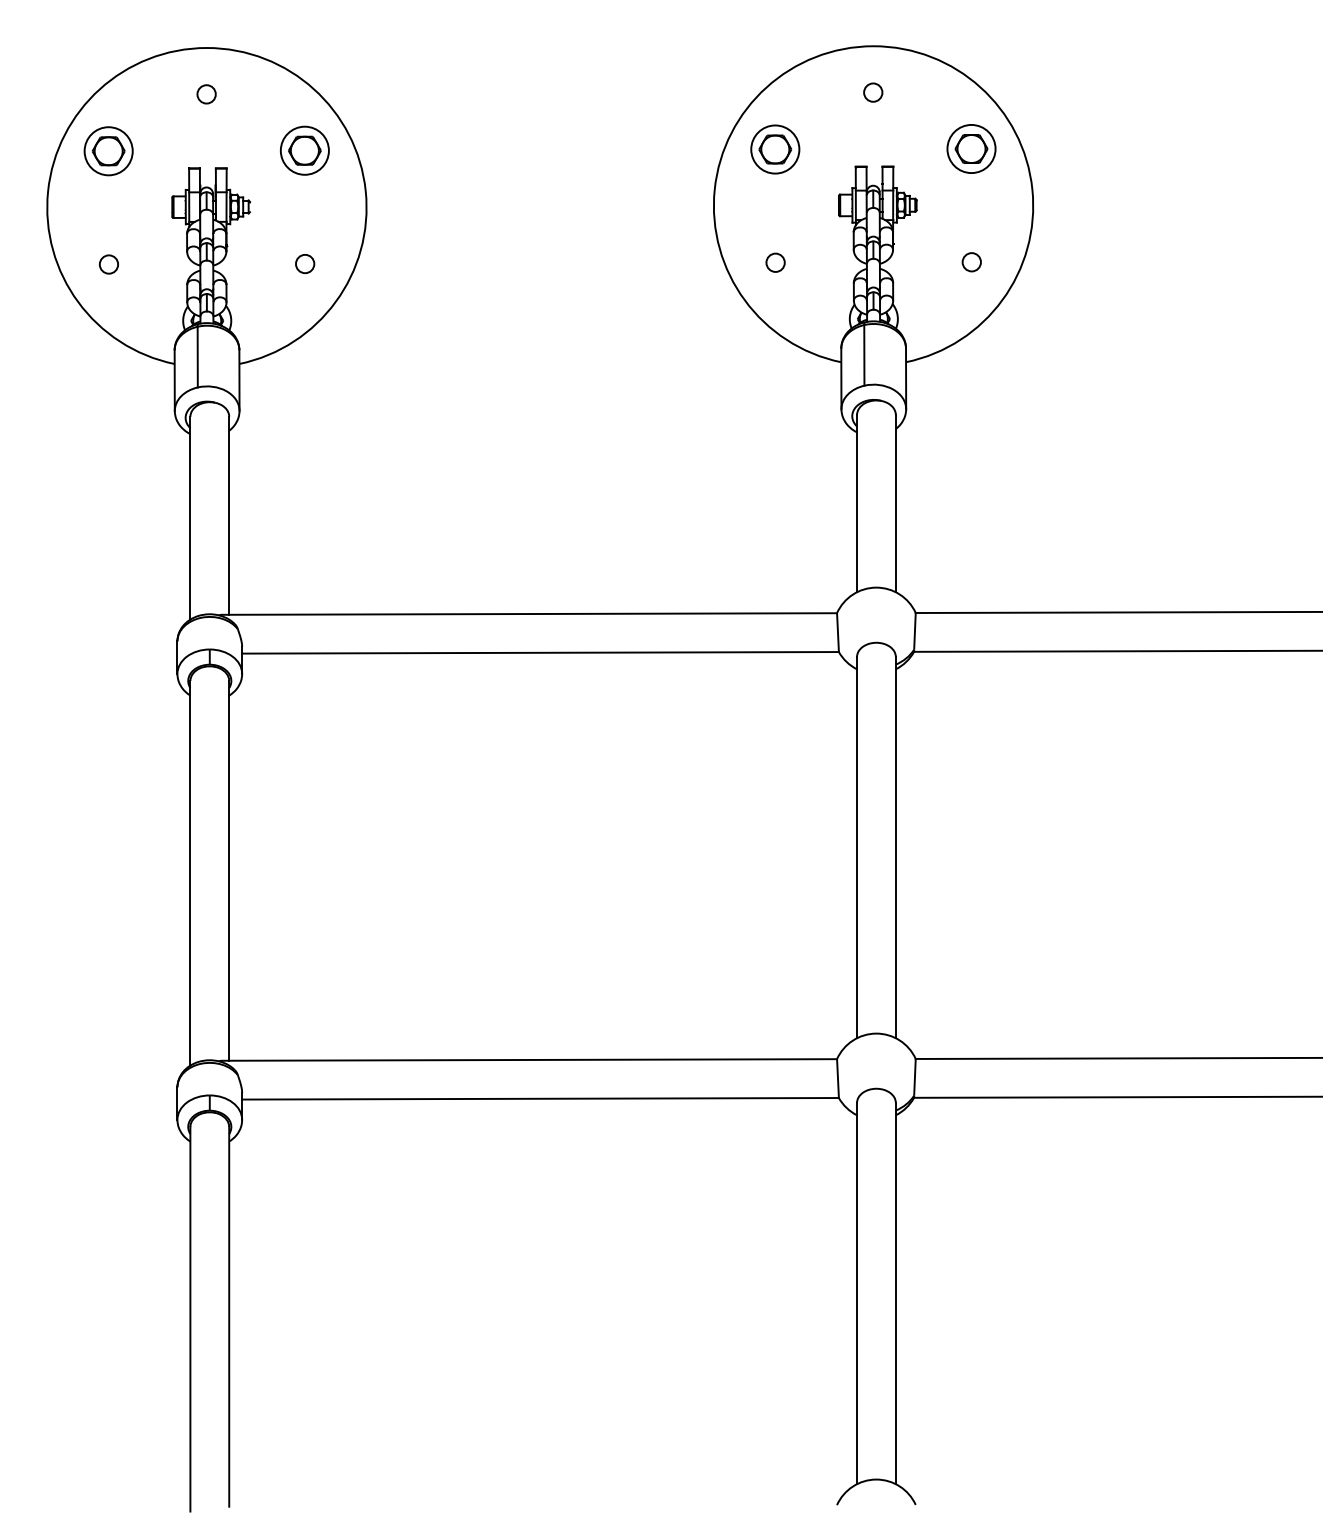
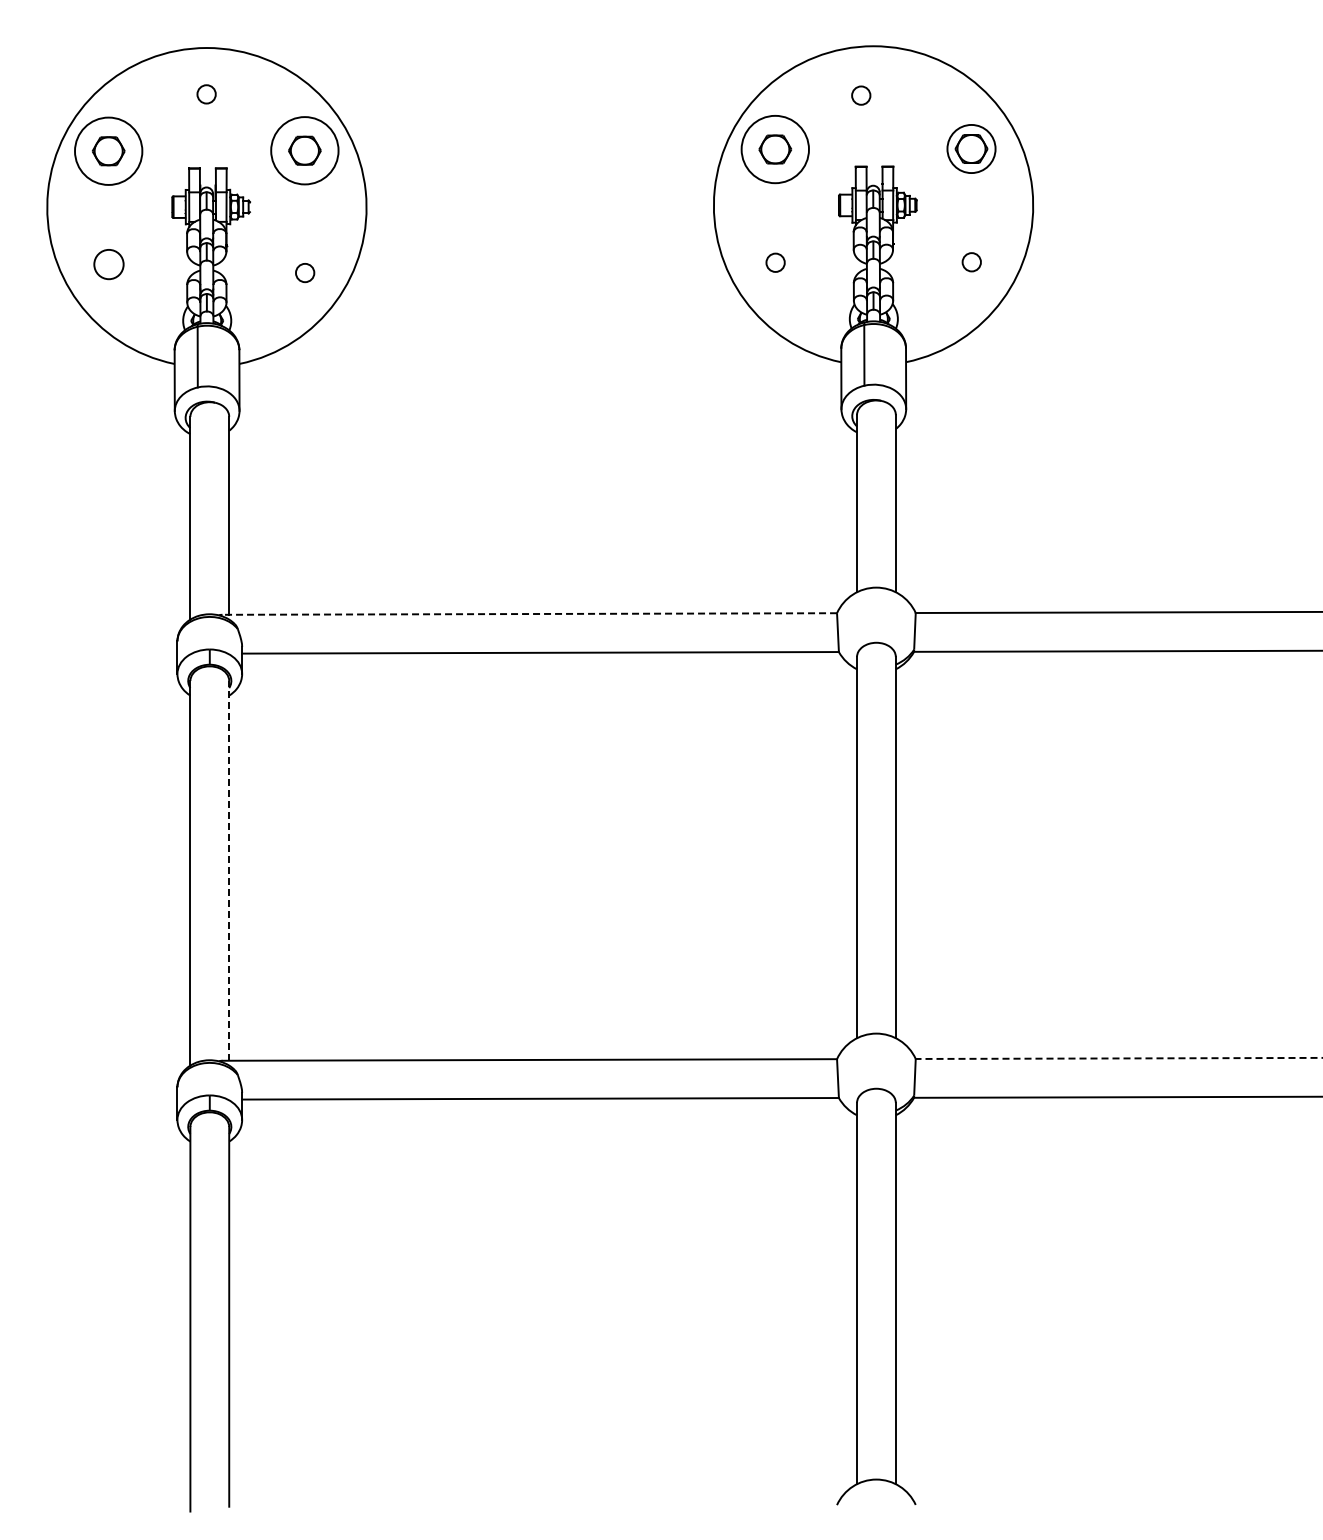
circle at (873, 92) position: (873, 92) -> (861, 95)
circle at (775, 149) diameter: 48 px -> 67 px
circle at (304, 150) diameter: 48 px -> 67 px
circle at (108, 151) diameter: 48 px -> 67 px
circle at (108, 264) diameter: 18 px -> 29 px
circle at (305, 264) position: (305, 264) -> (305, 273)
line at (529, 614): solid -> dashed
line at (229, 870): solid -> dashed
line at (1118, 1058): solid -> dashed
